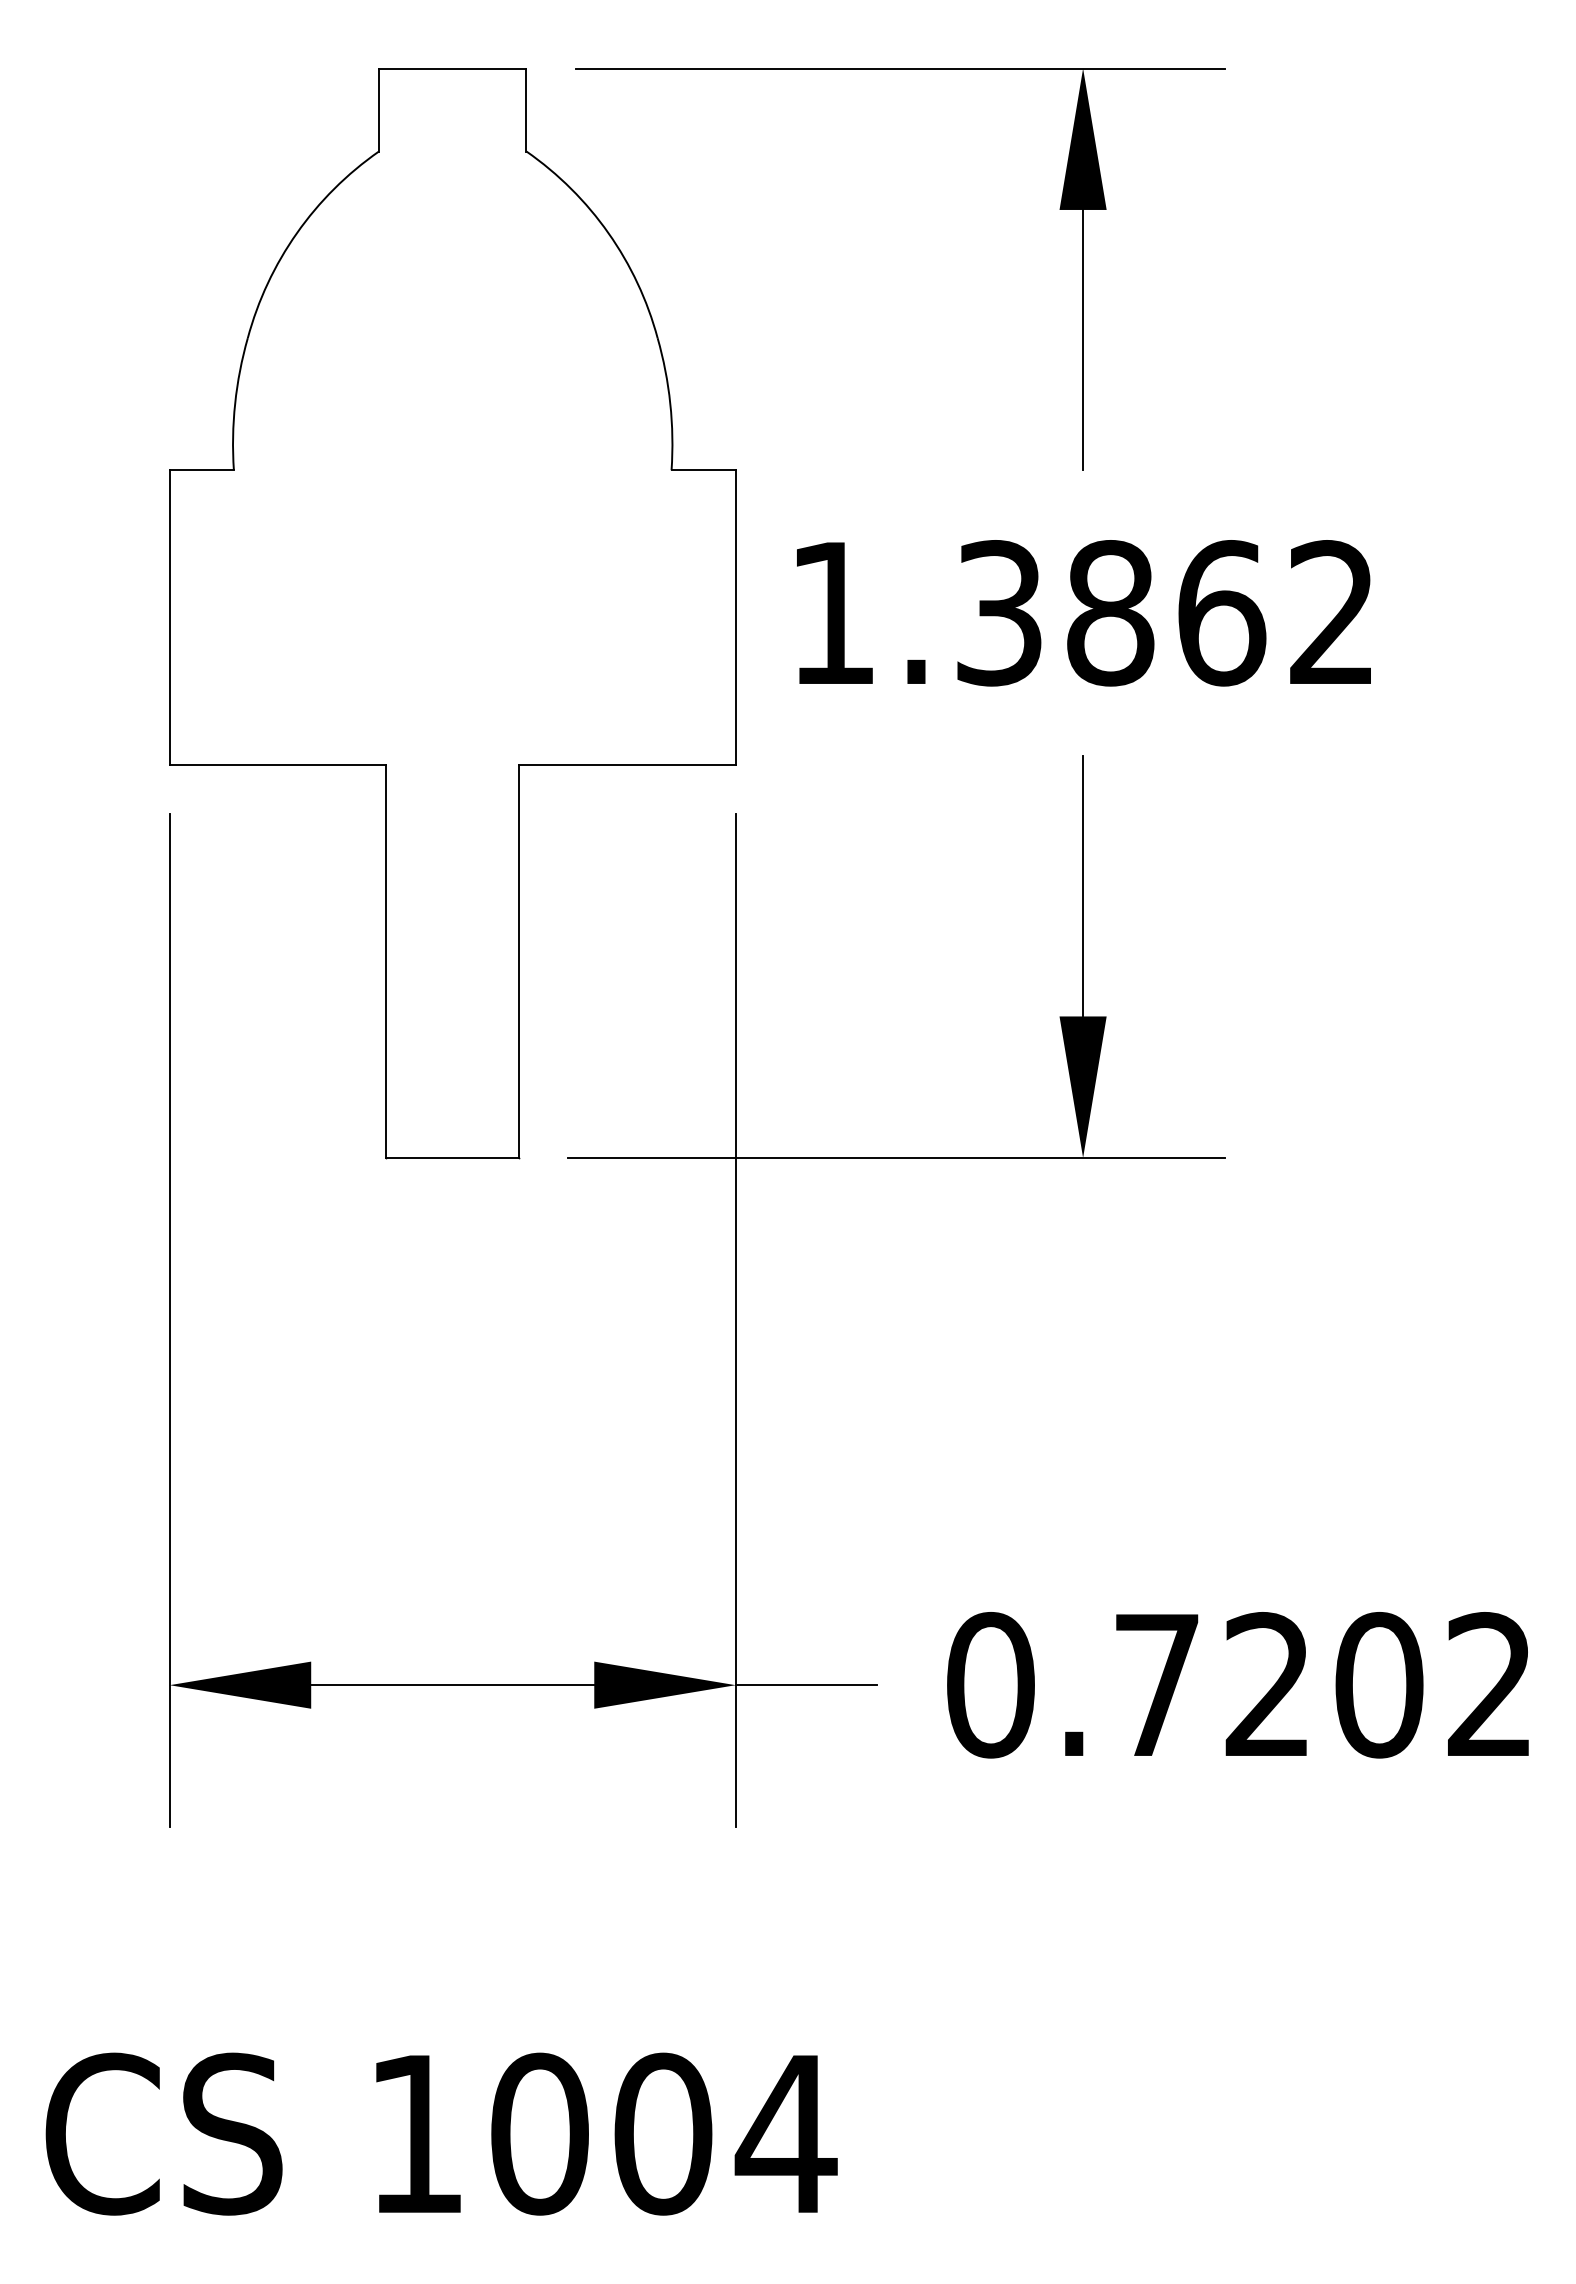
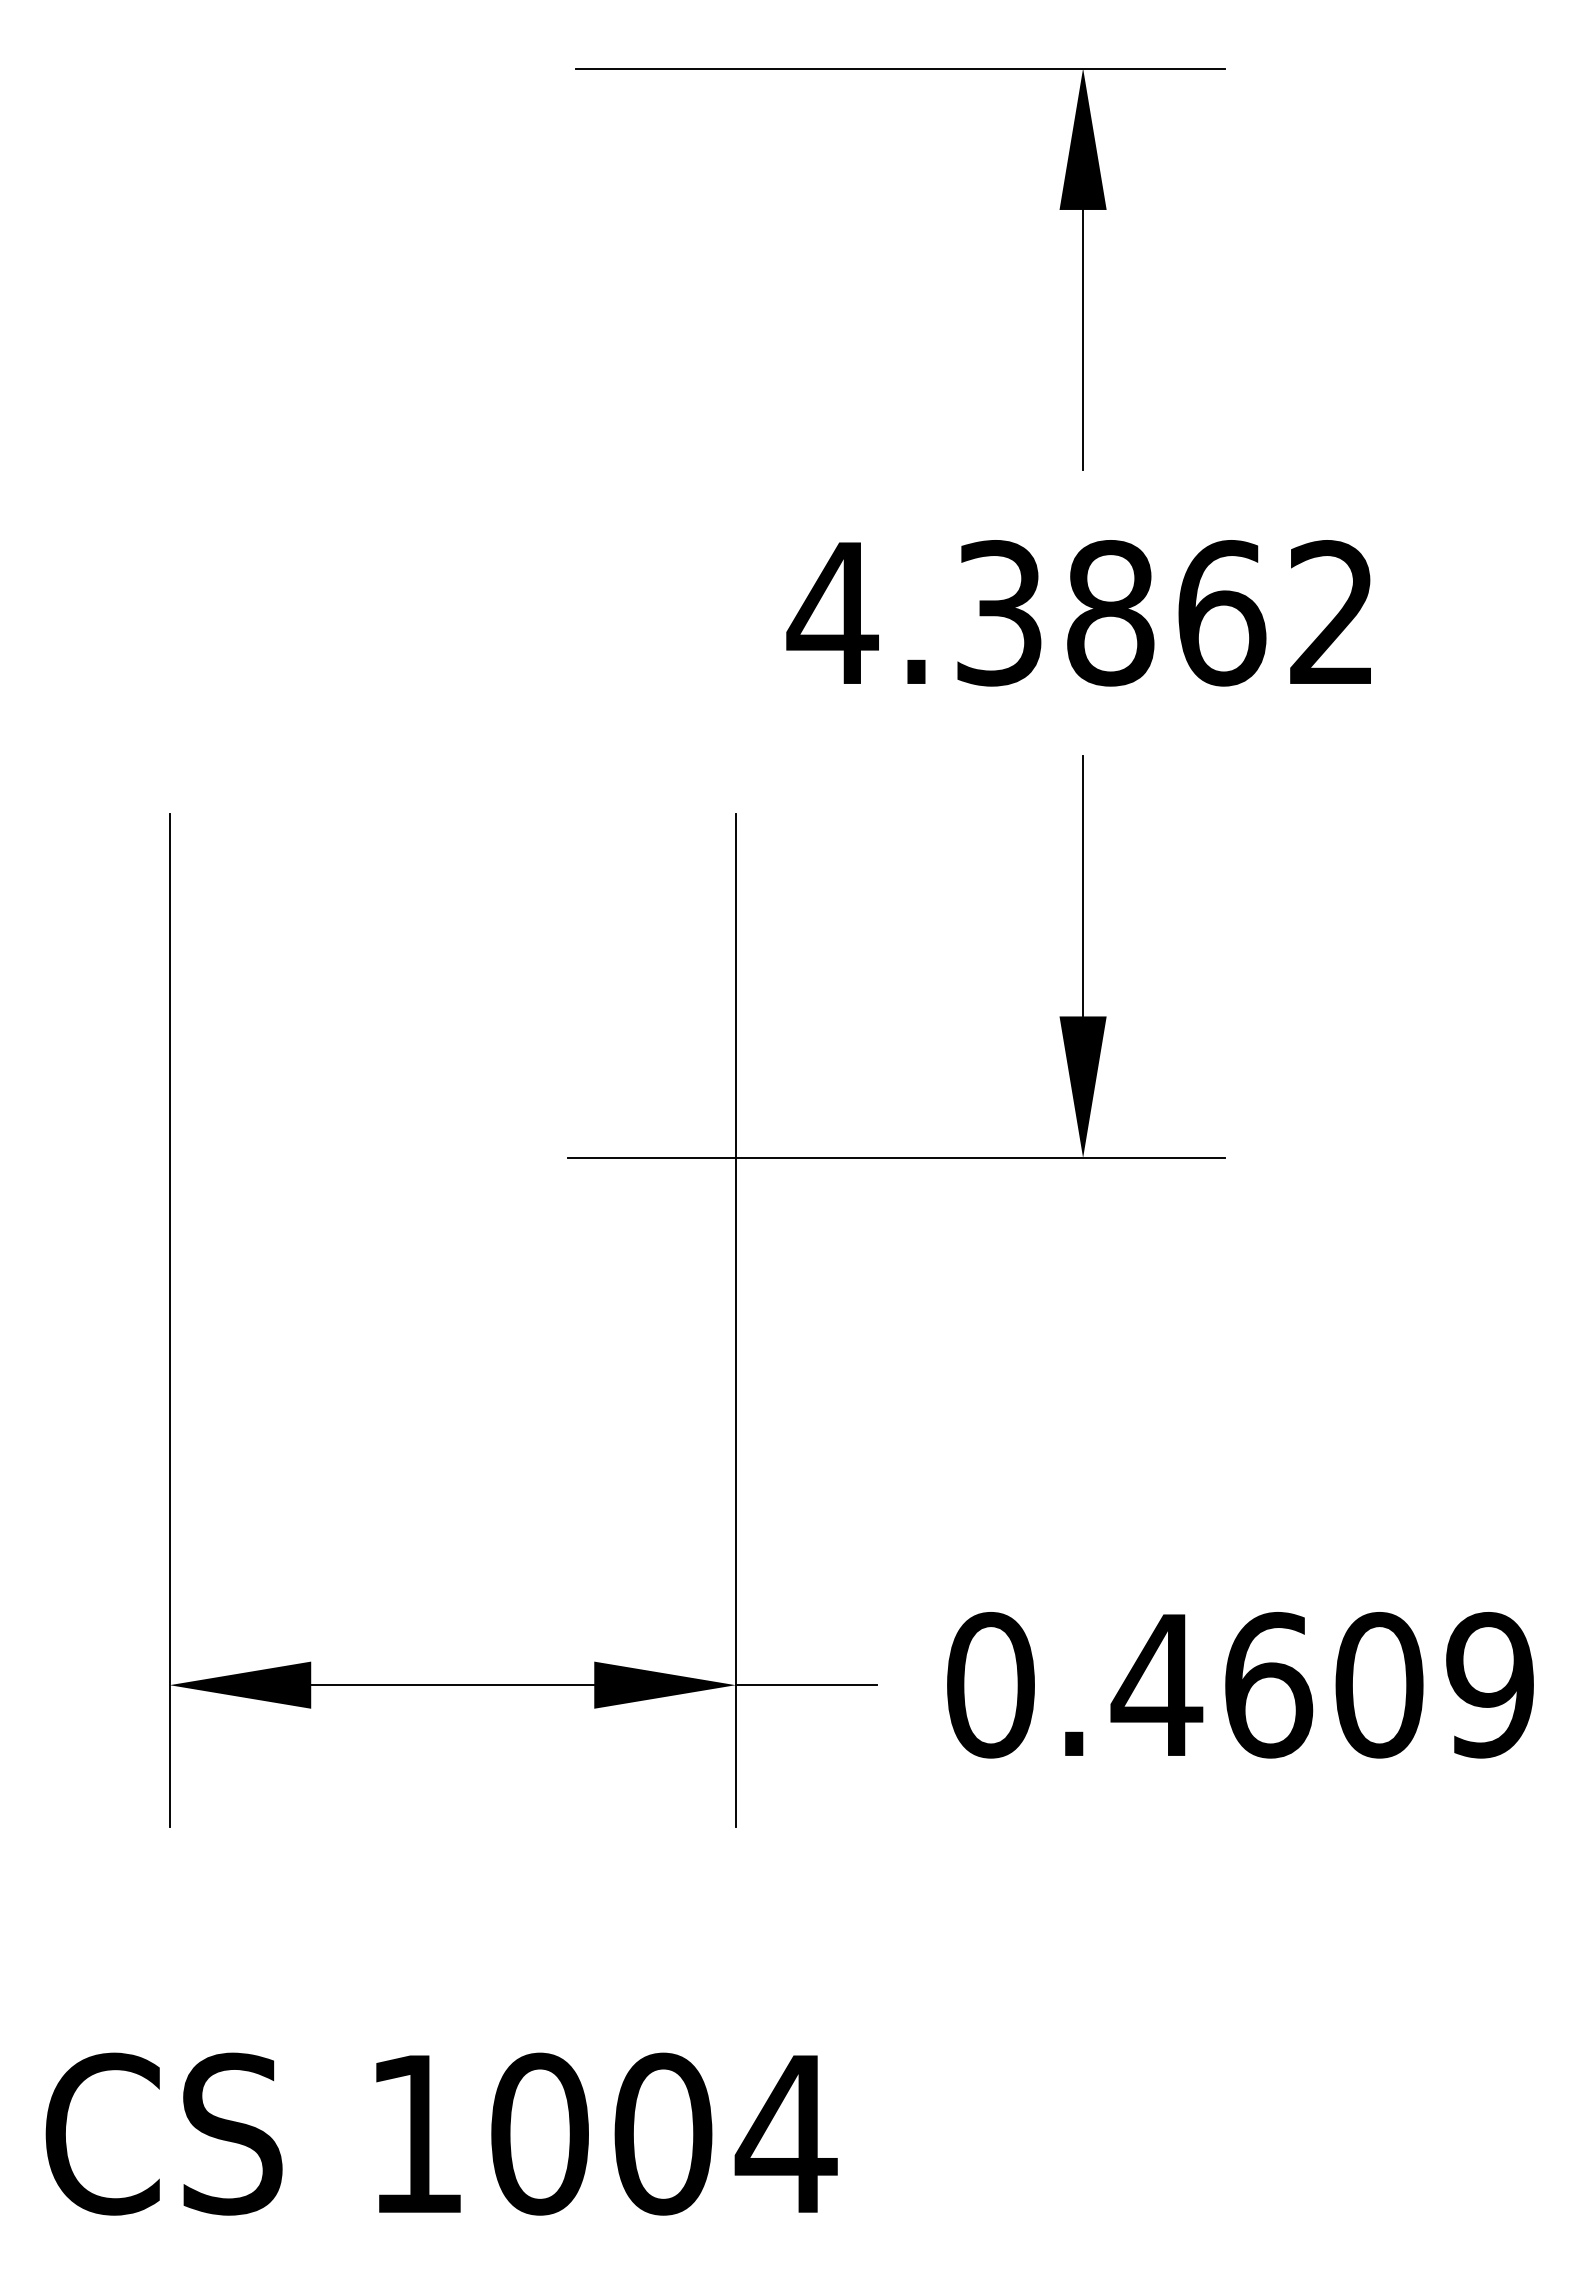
text at (832, 612): 1.3862 -> 4.3862
part at (452, 613): present -> none
text at (1321, 1685): 0.7202 -> 0.4609
